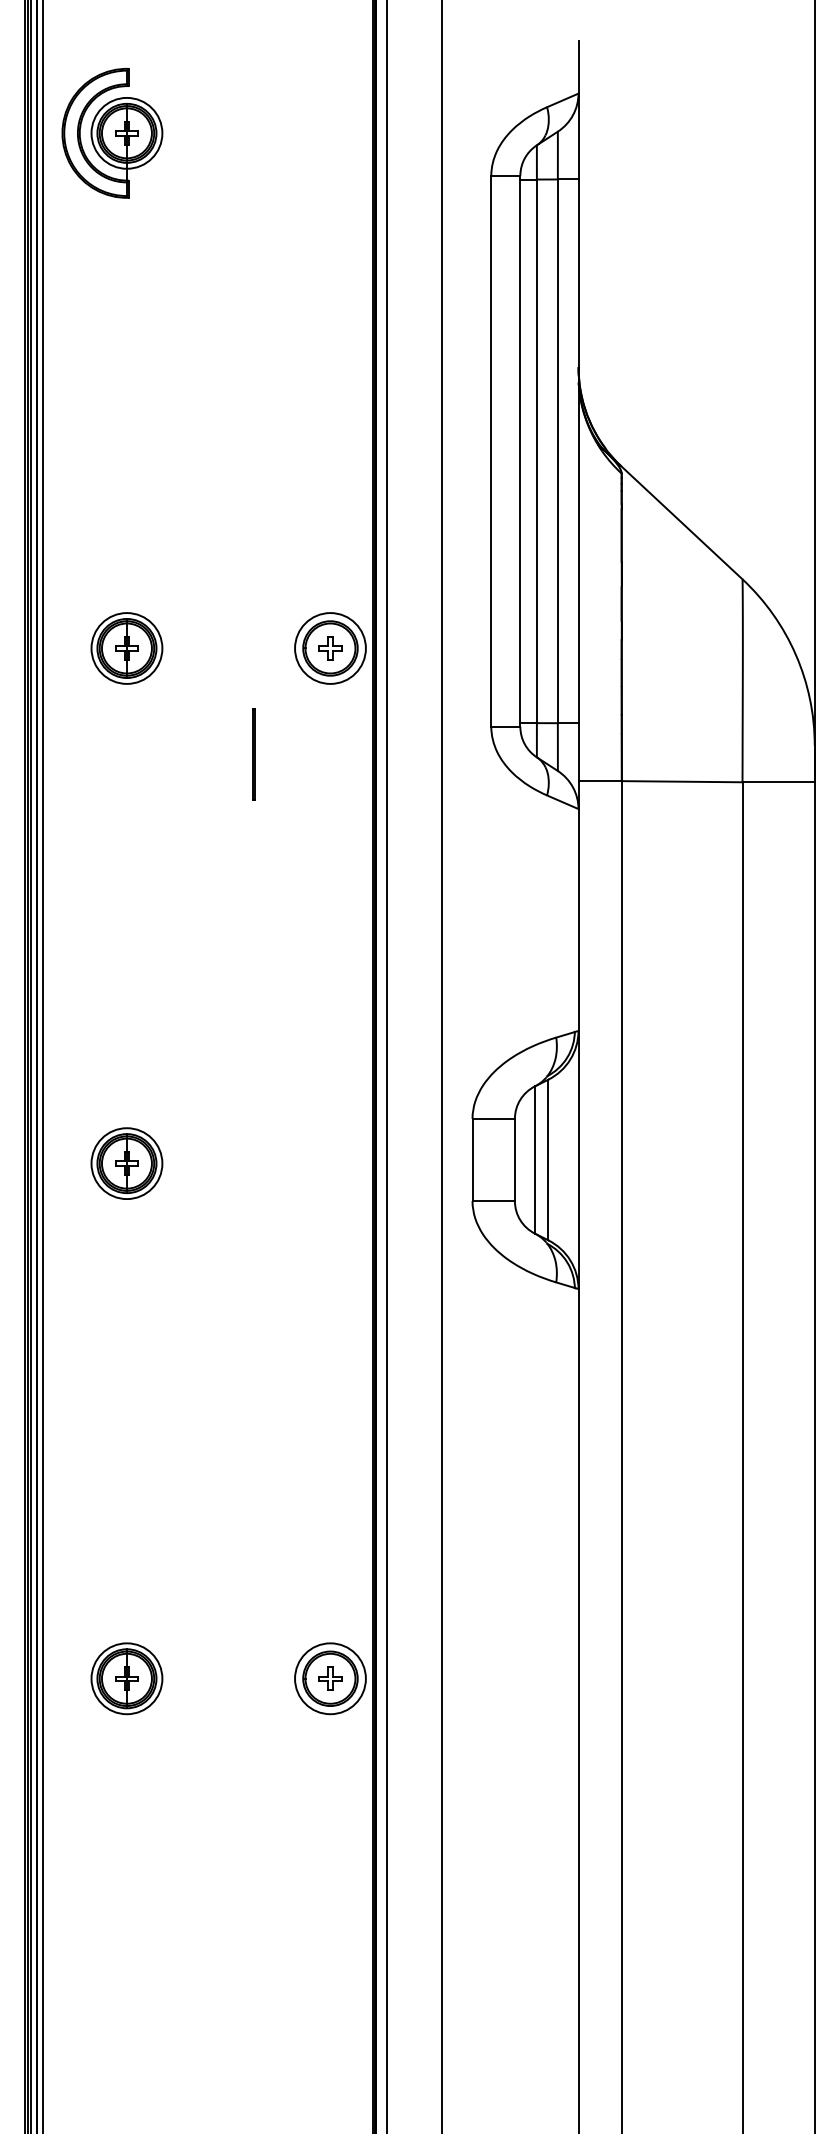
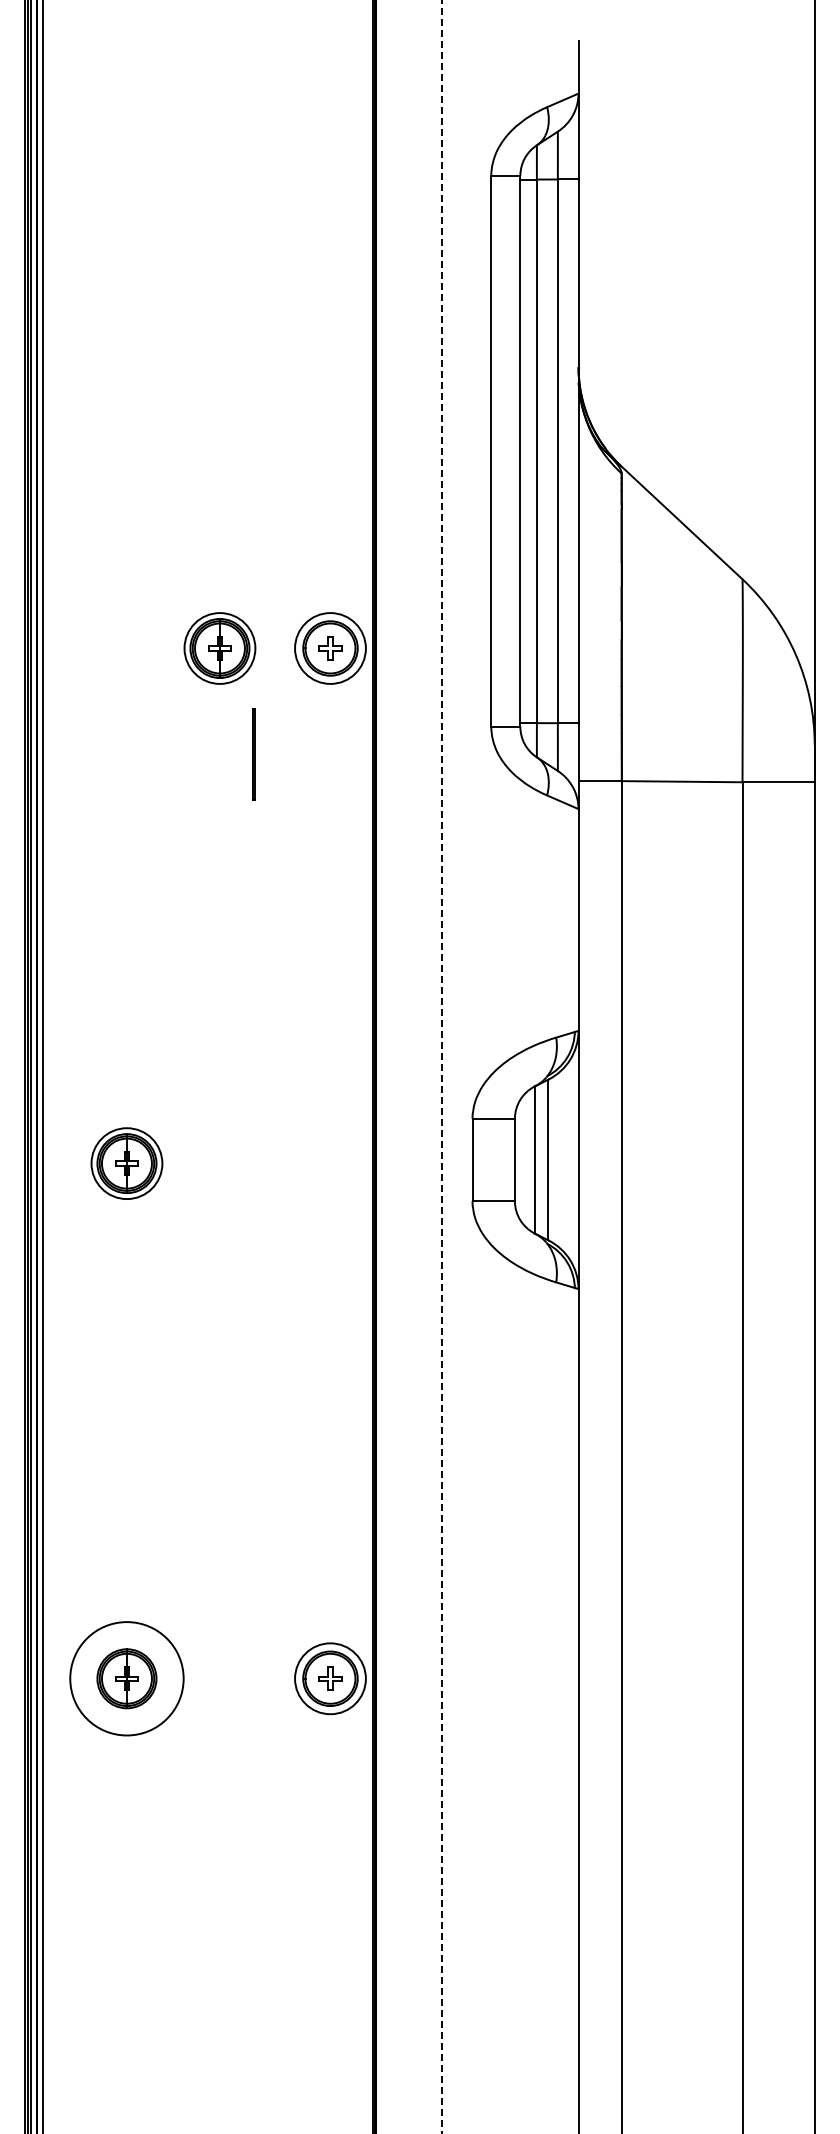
part at (112, 133): present -> none
part at (126, 648) position: (126, 648) -> (219, 648)
line at (387, 1066): present -> none
line at (442, 1066): solid -> dashed
circle at (126, 1678) diameter: 71 px -> 113 px
